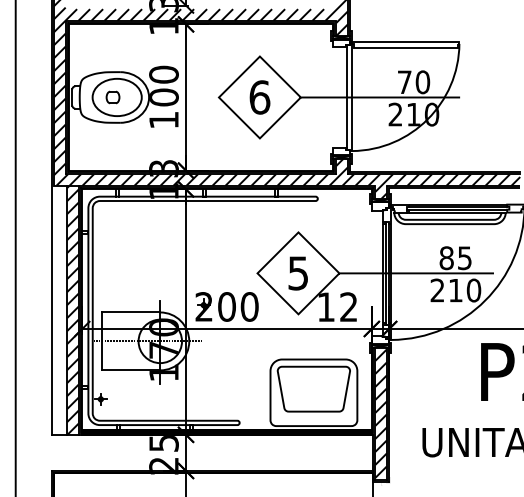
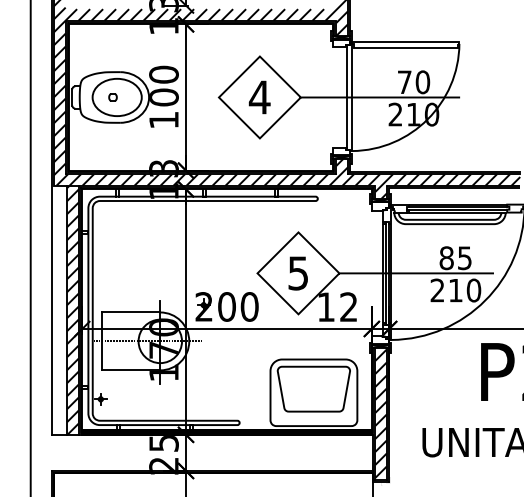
part at (112, 97) size: 16x15 px -> 10x9 px
text at (259, 97): 6 -> 4
line at (15, 247) position: (15, 247) -> (30, 247)
